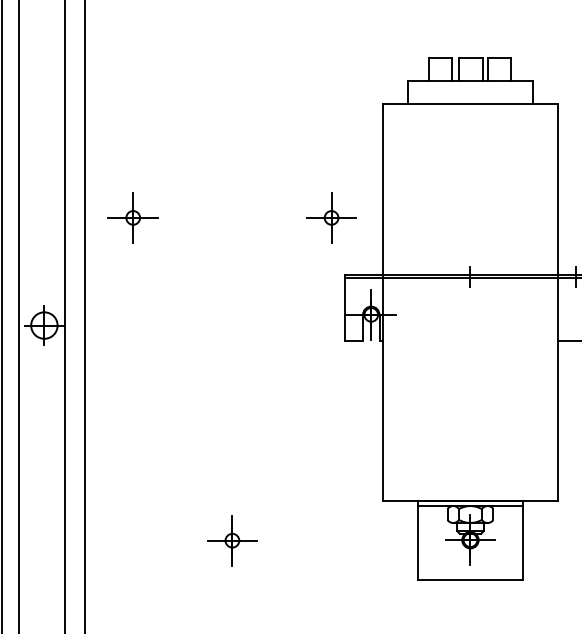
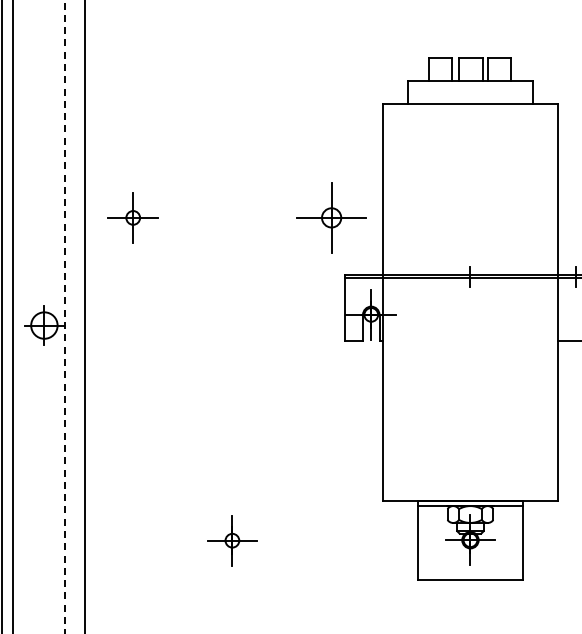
part at (331, 217) size: 51x52 px -> 71x72 px
line at (19, 316) position: (19, 316) -> (13, 316)
line at (65, 317): solid -> dashed
